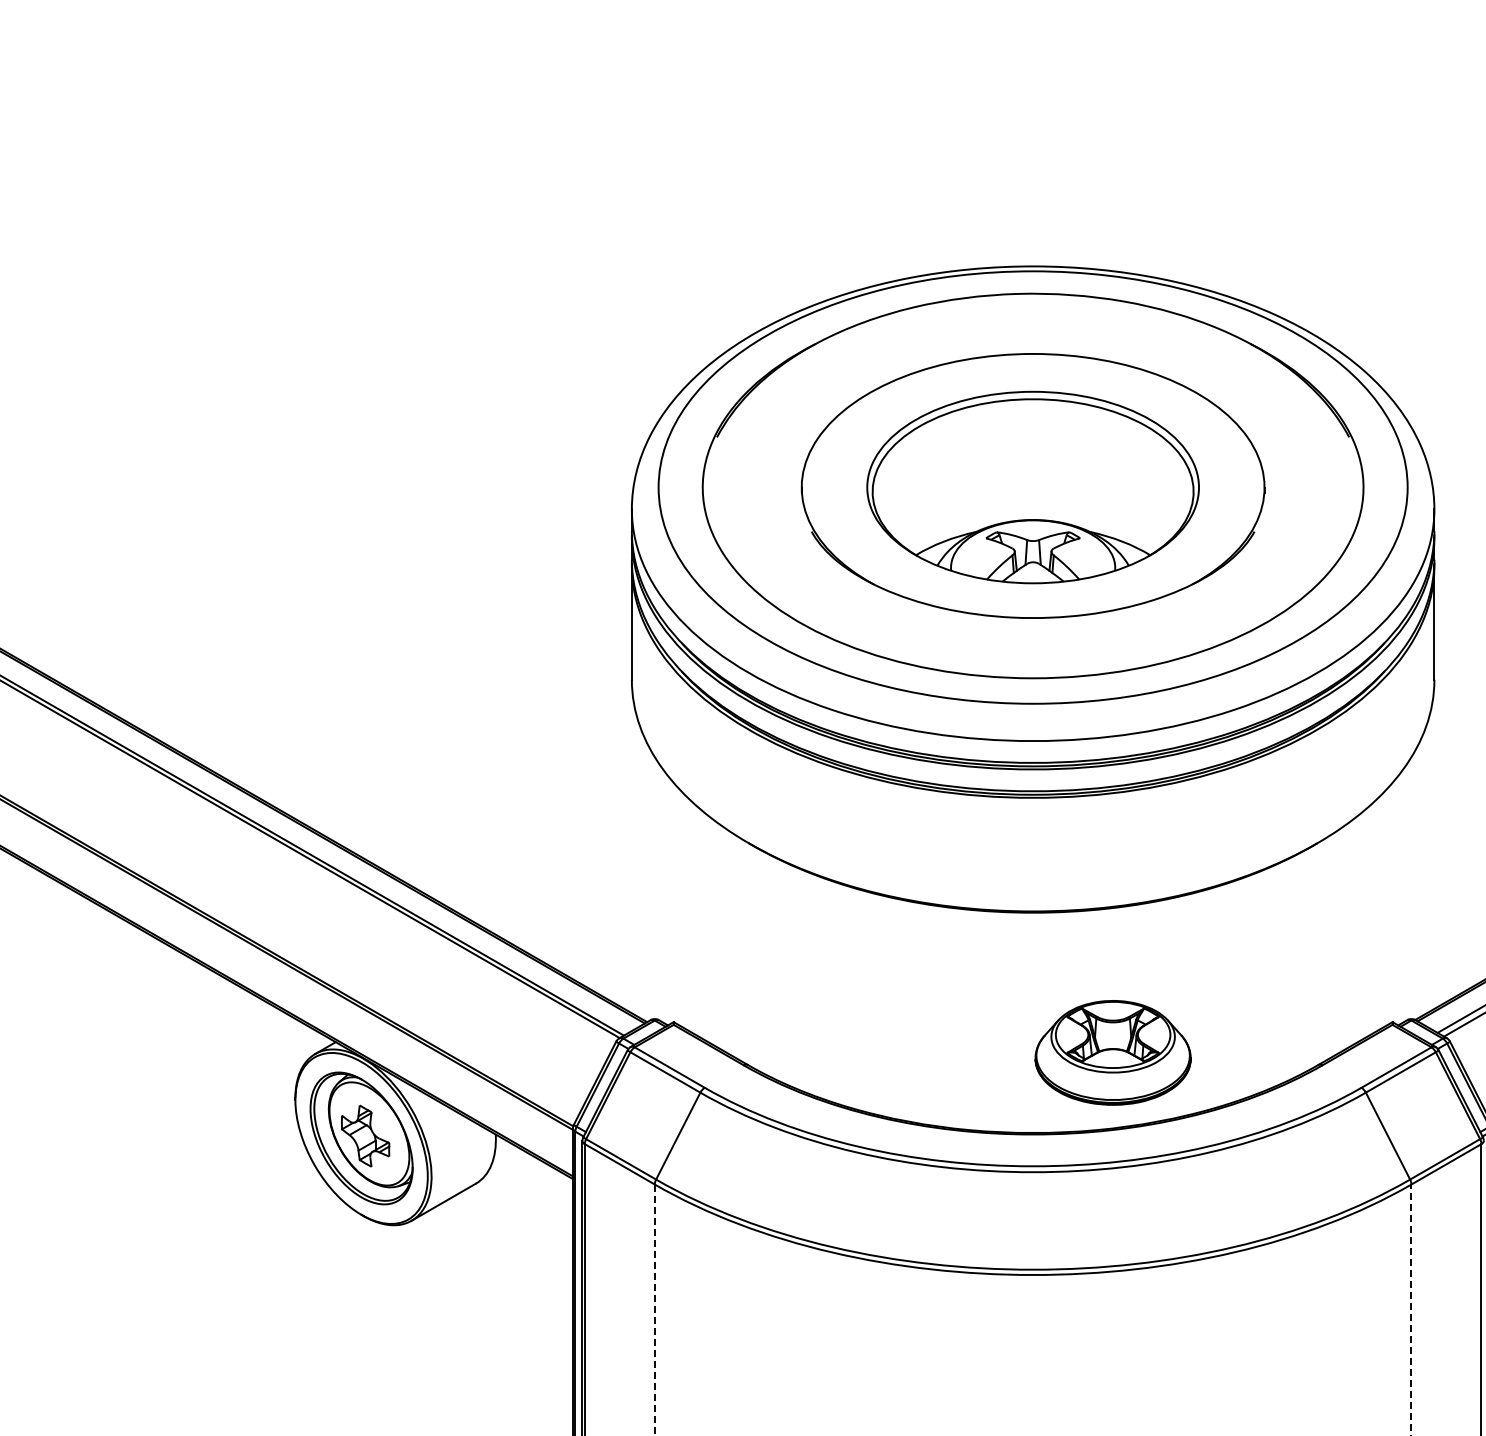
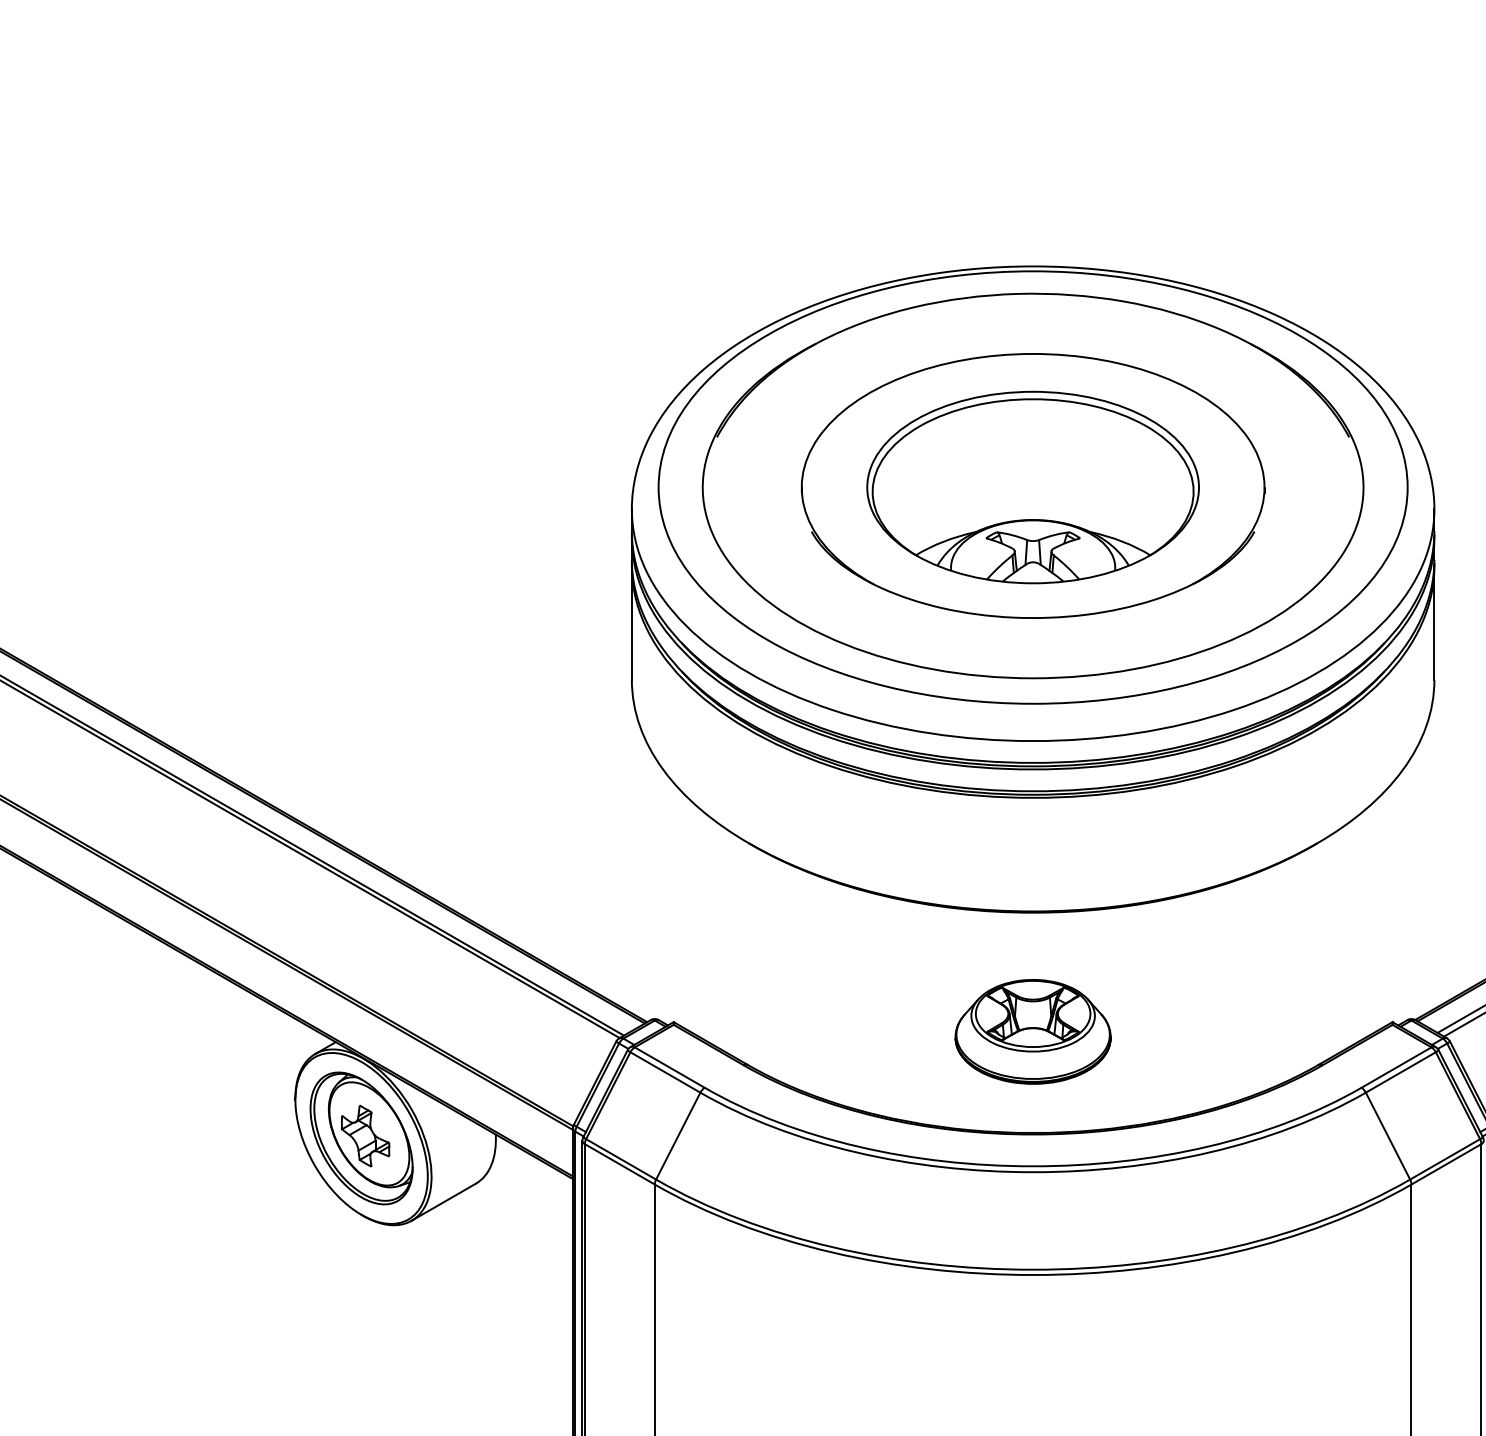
part at (1112, 1052) position: (1112, 1052) -> (1032, 1031)
line at (1411, 1309): dashed -> solid
line at (654, 1310): dashed -> solid
